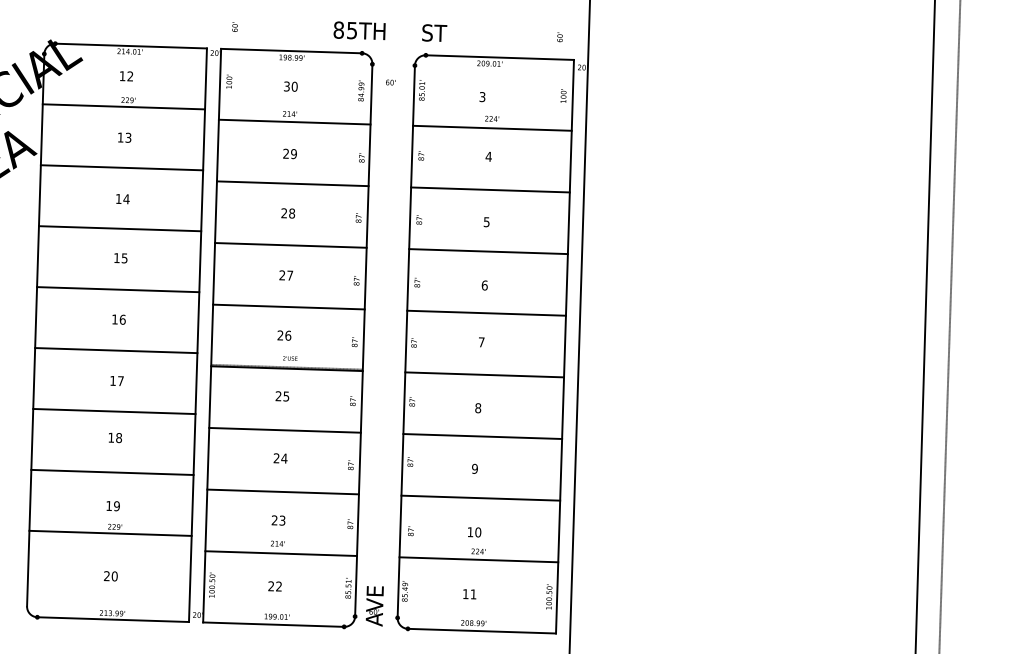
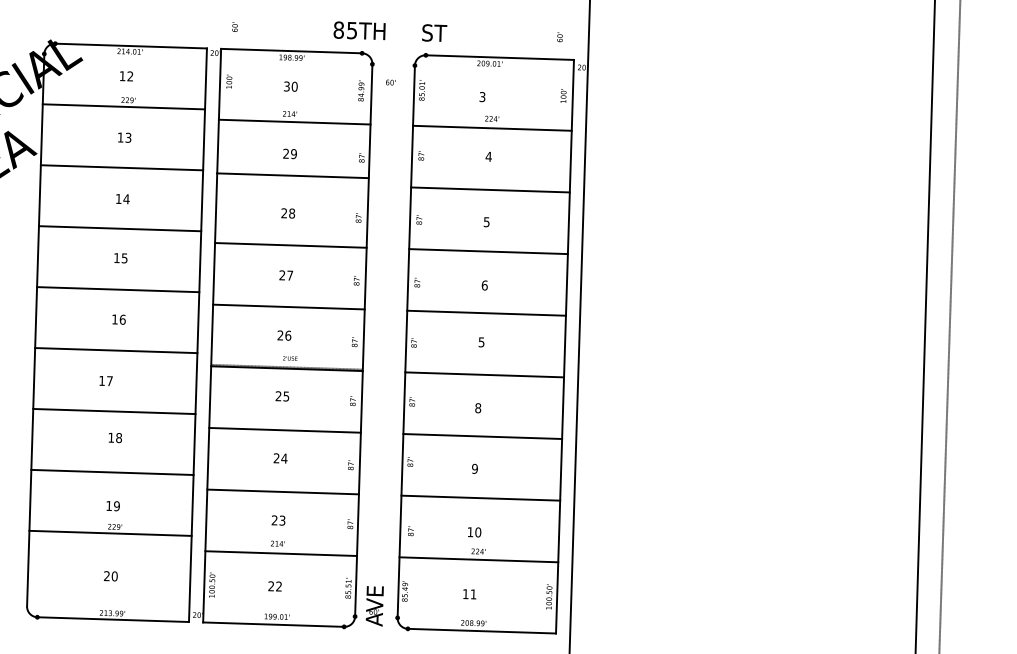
line at (292, 183) position: (292, 183) -> (292, 175)
text at (481, 342): 7 -> 5
text at (116, 380) position: (116, 380) -> (105, 380)
